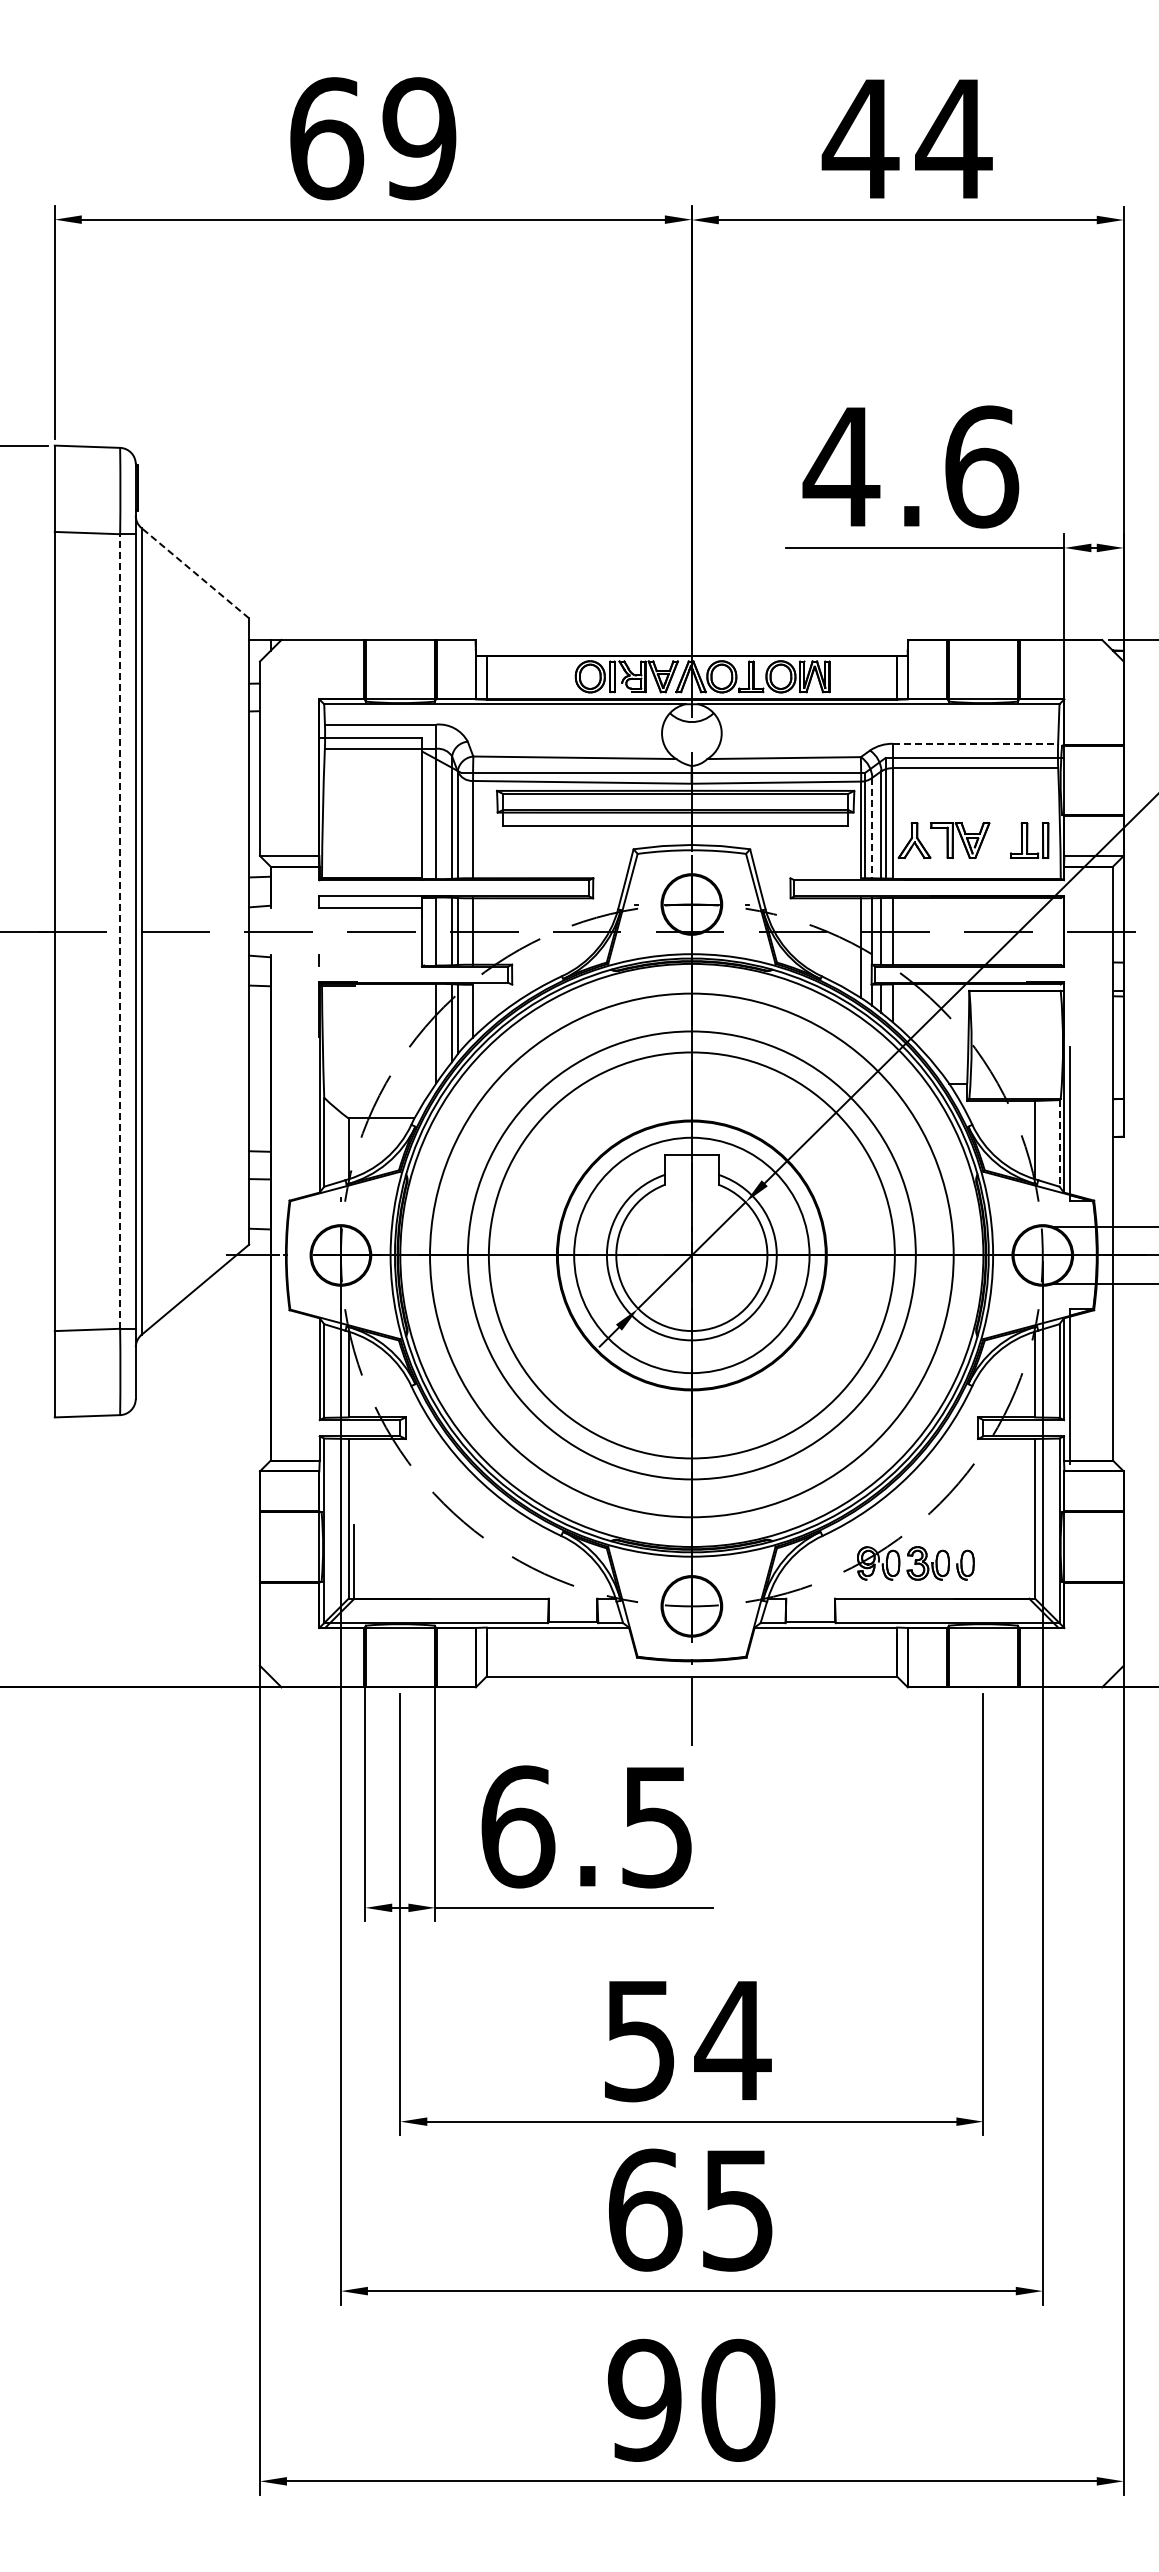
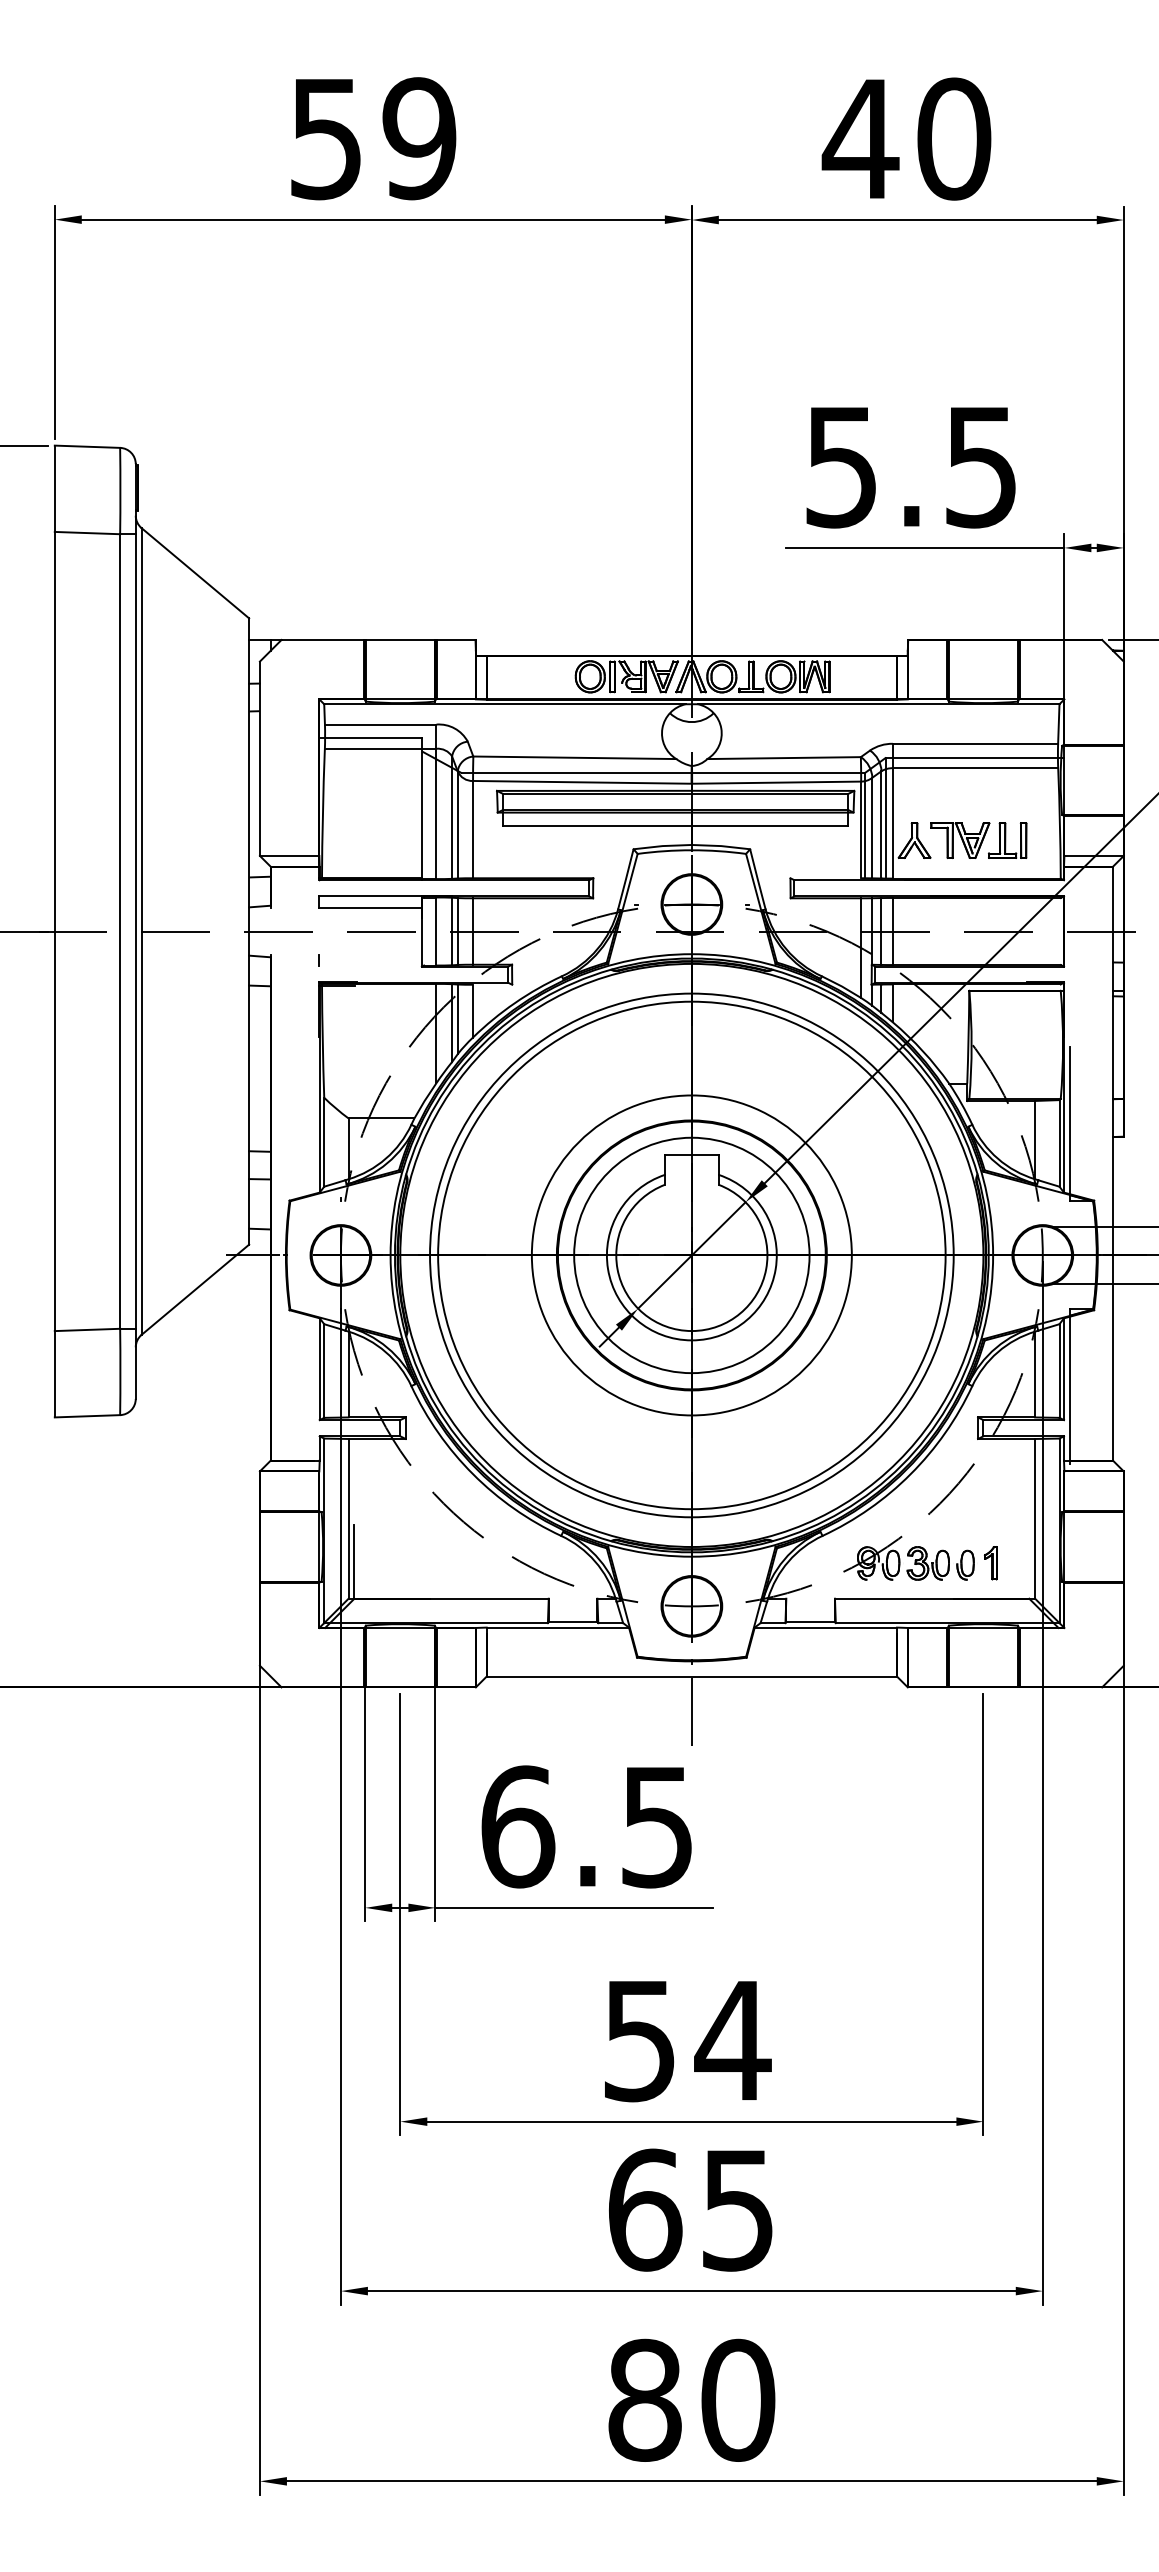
text at (327, 138): 69 -> 59
text at (953, 138): 44 -> 40
text at (910, 466): 4.6 -> 5.5
line at (194, 572): dashed -> solid
line at (975, 743): dashed -> solid
line at (872, 828): dashed -> solid
part at (1029, 840) position: (1029, 840) -> (1007, 840)
line at (120, 931): dashed -> solid
line at (1059, 1143): dashed -> solid
circle at (691, 1255) diameter: 406 px -> 507 px
circle at (691, 1255) diameter: 448 px -> 320 px
part at (990, 1563): none -> present
text at (644, 2399): 90 -> 80
